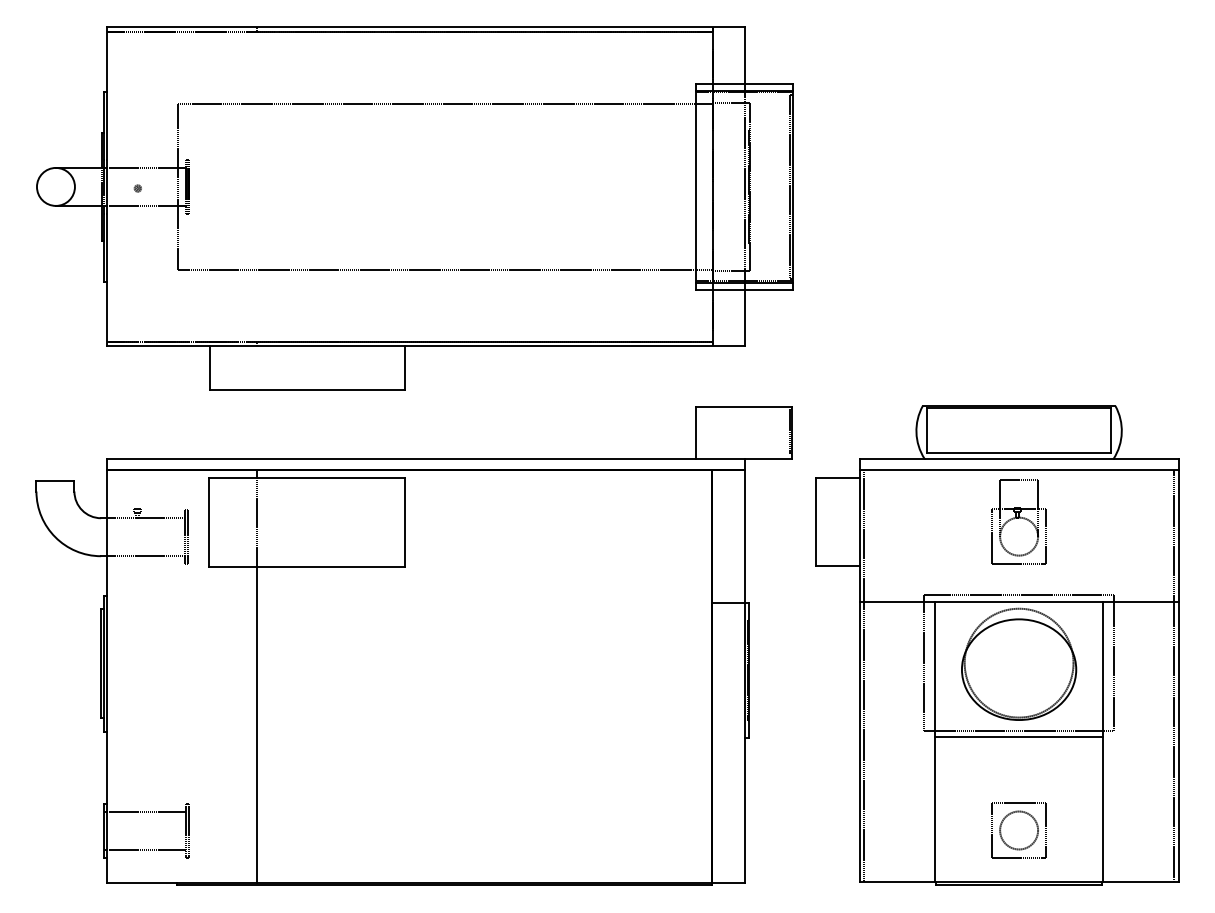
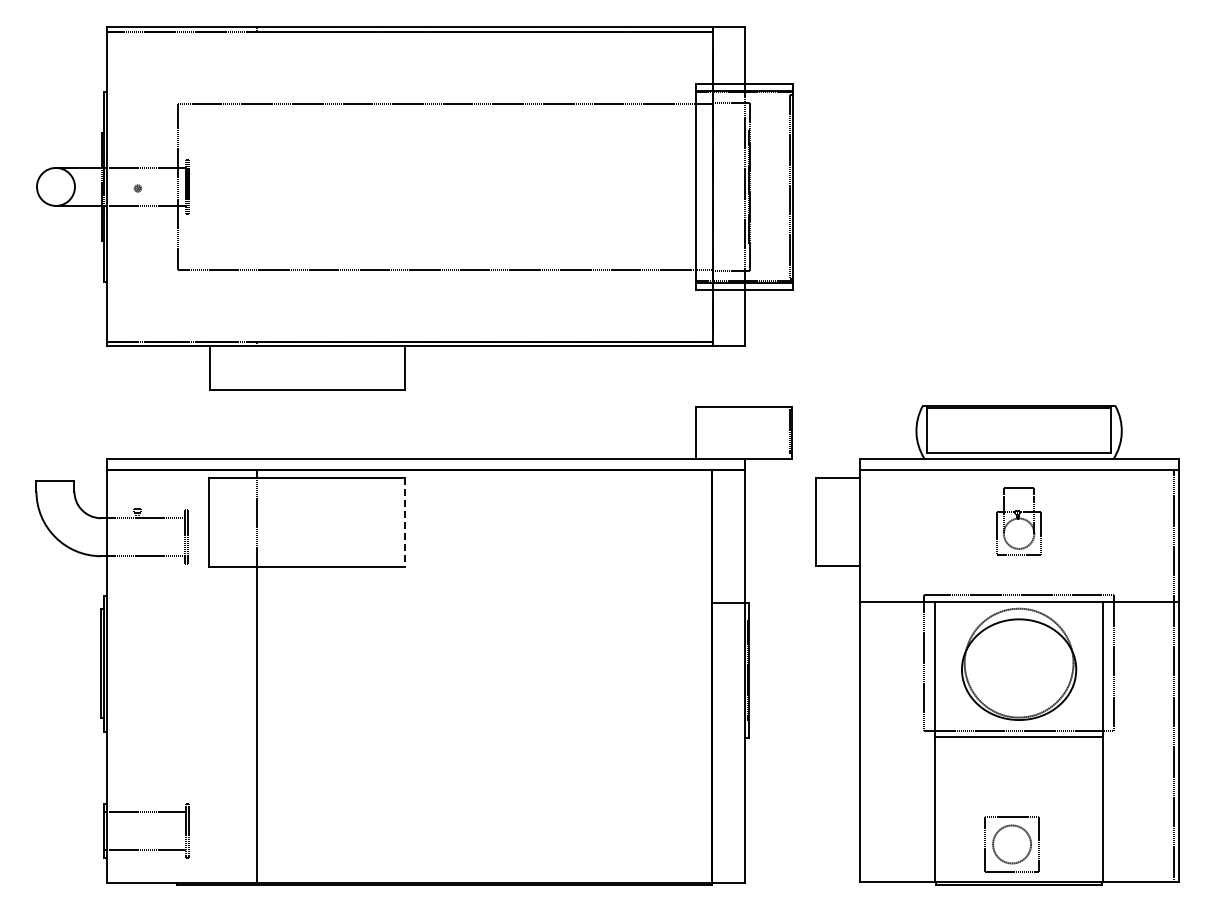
part at (1018, 521) size: 56x86 px -> 46x69 px
line at (404, 523): solid -> dashed
line at (863, 675): present -> none
part at (1018, 830) position: (1018, 830) -> (1011, 844)
